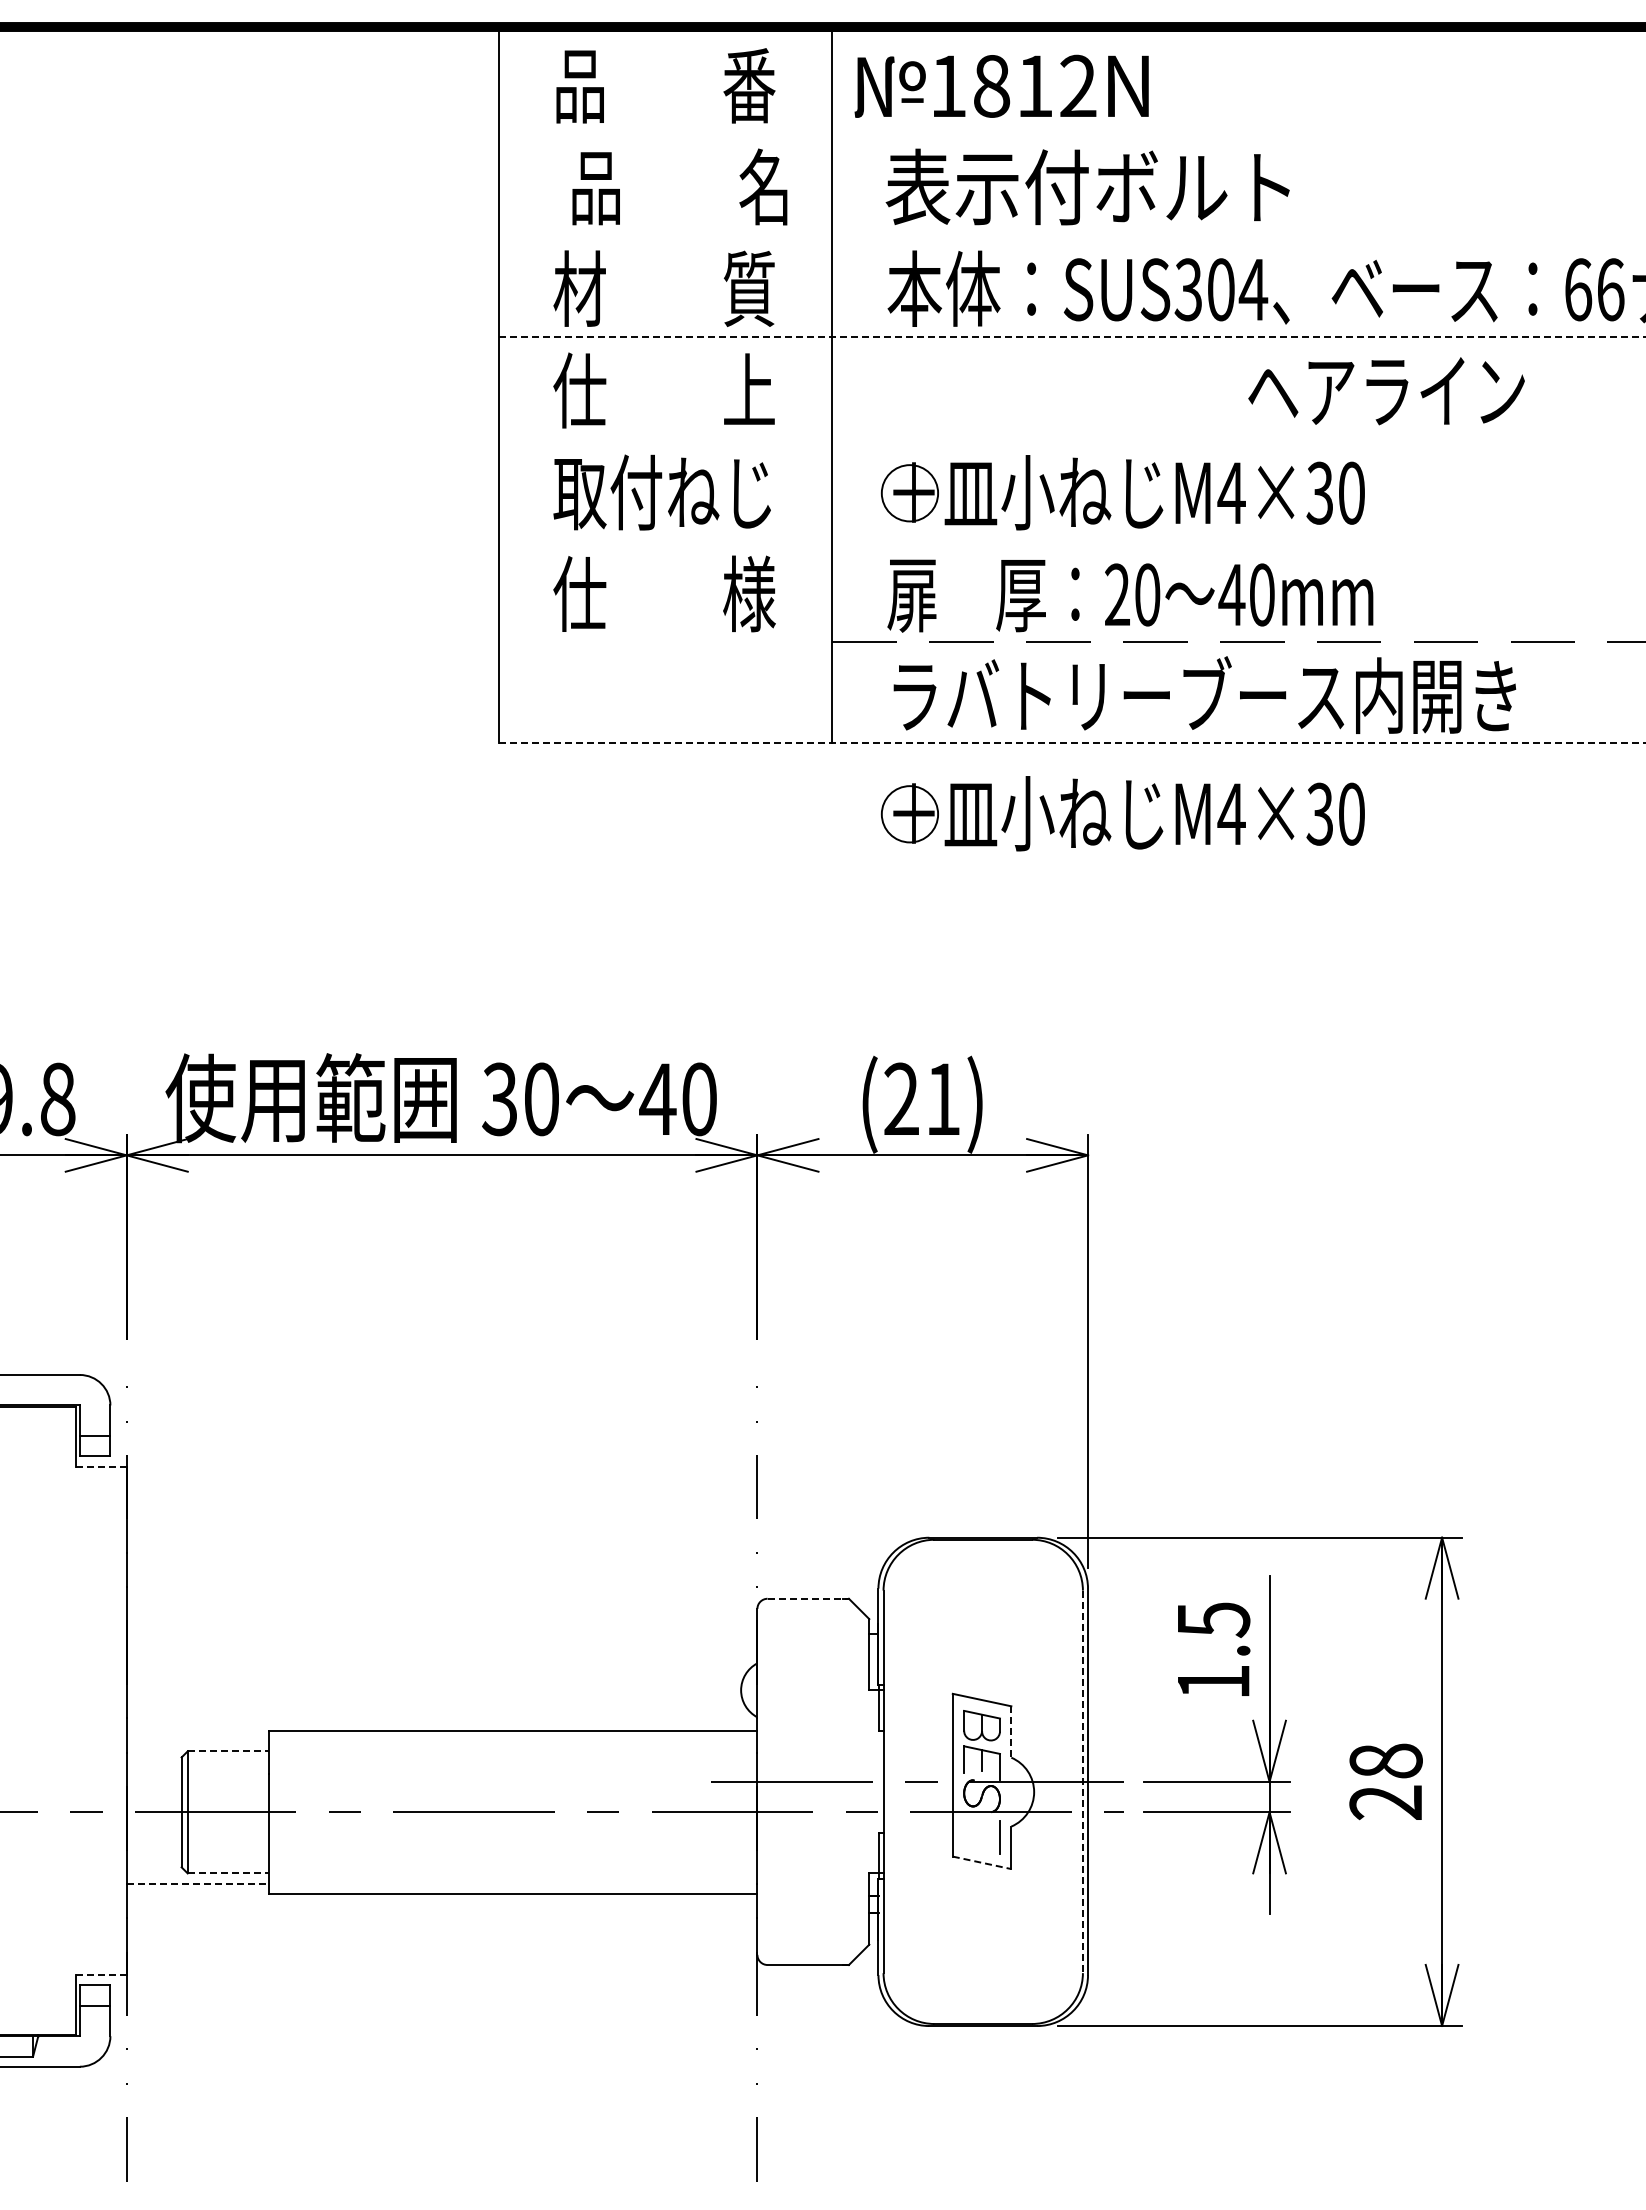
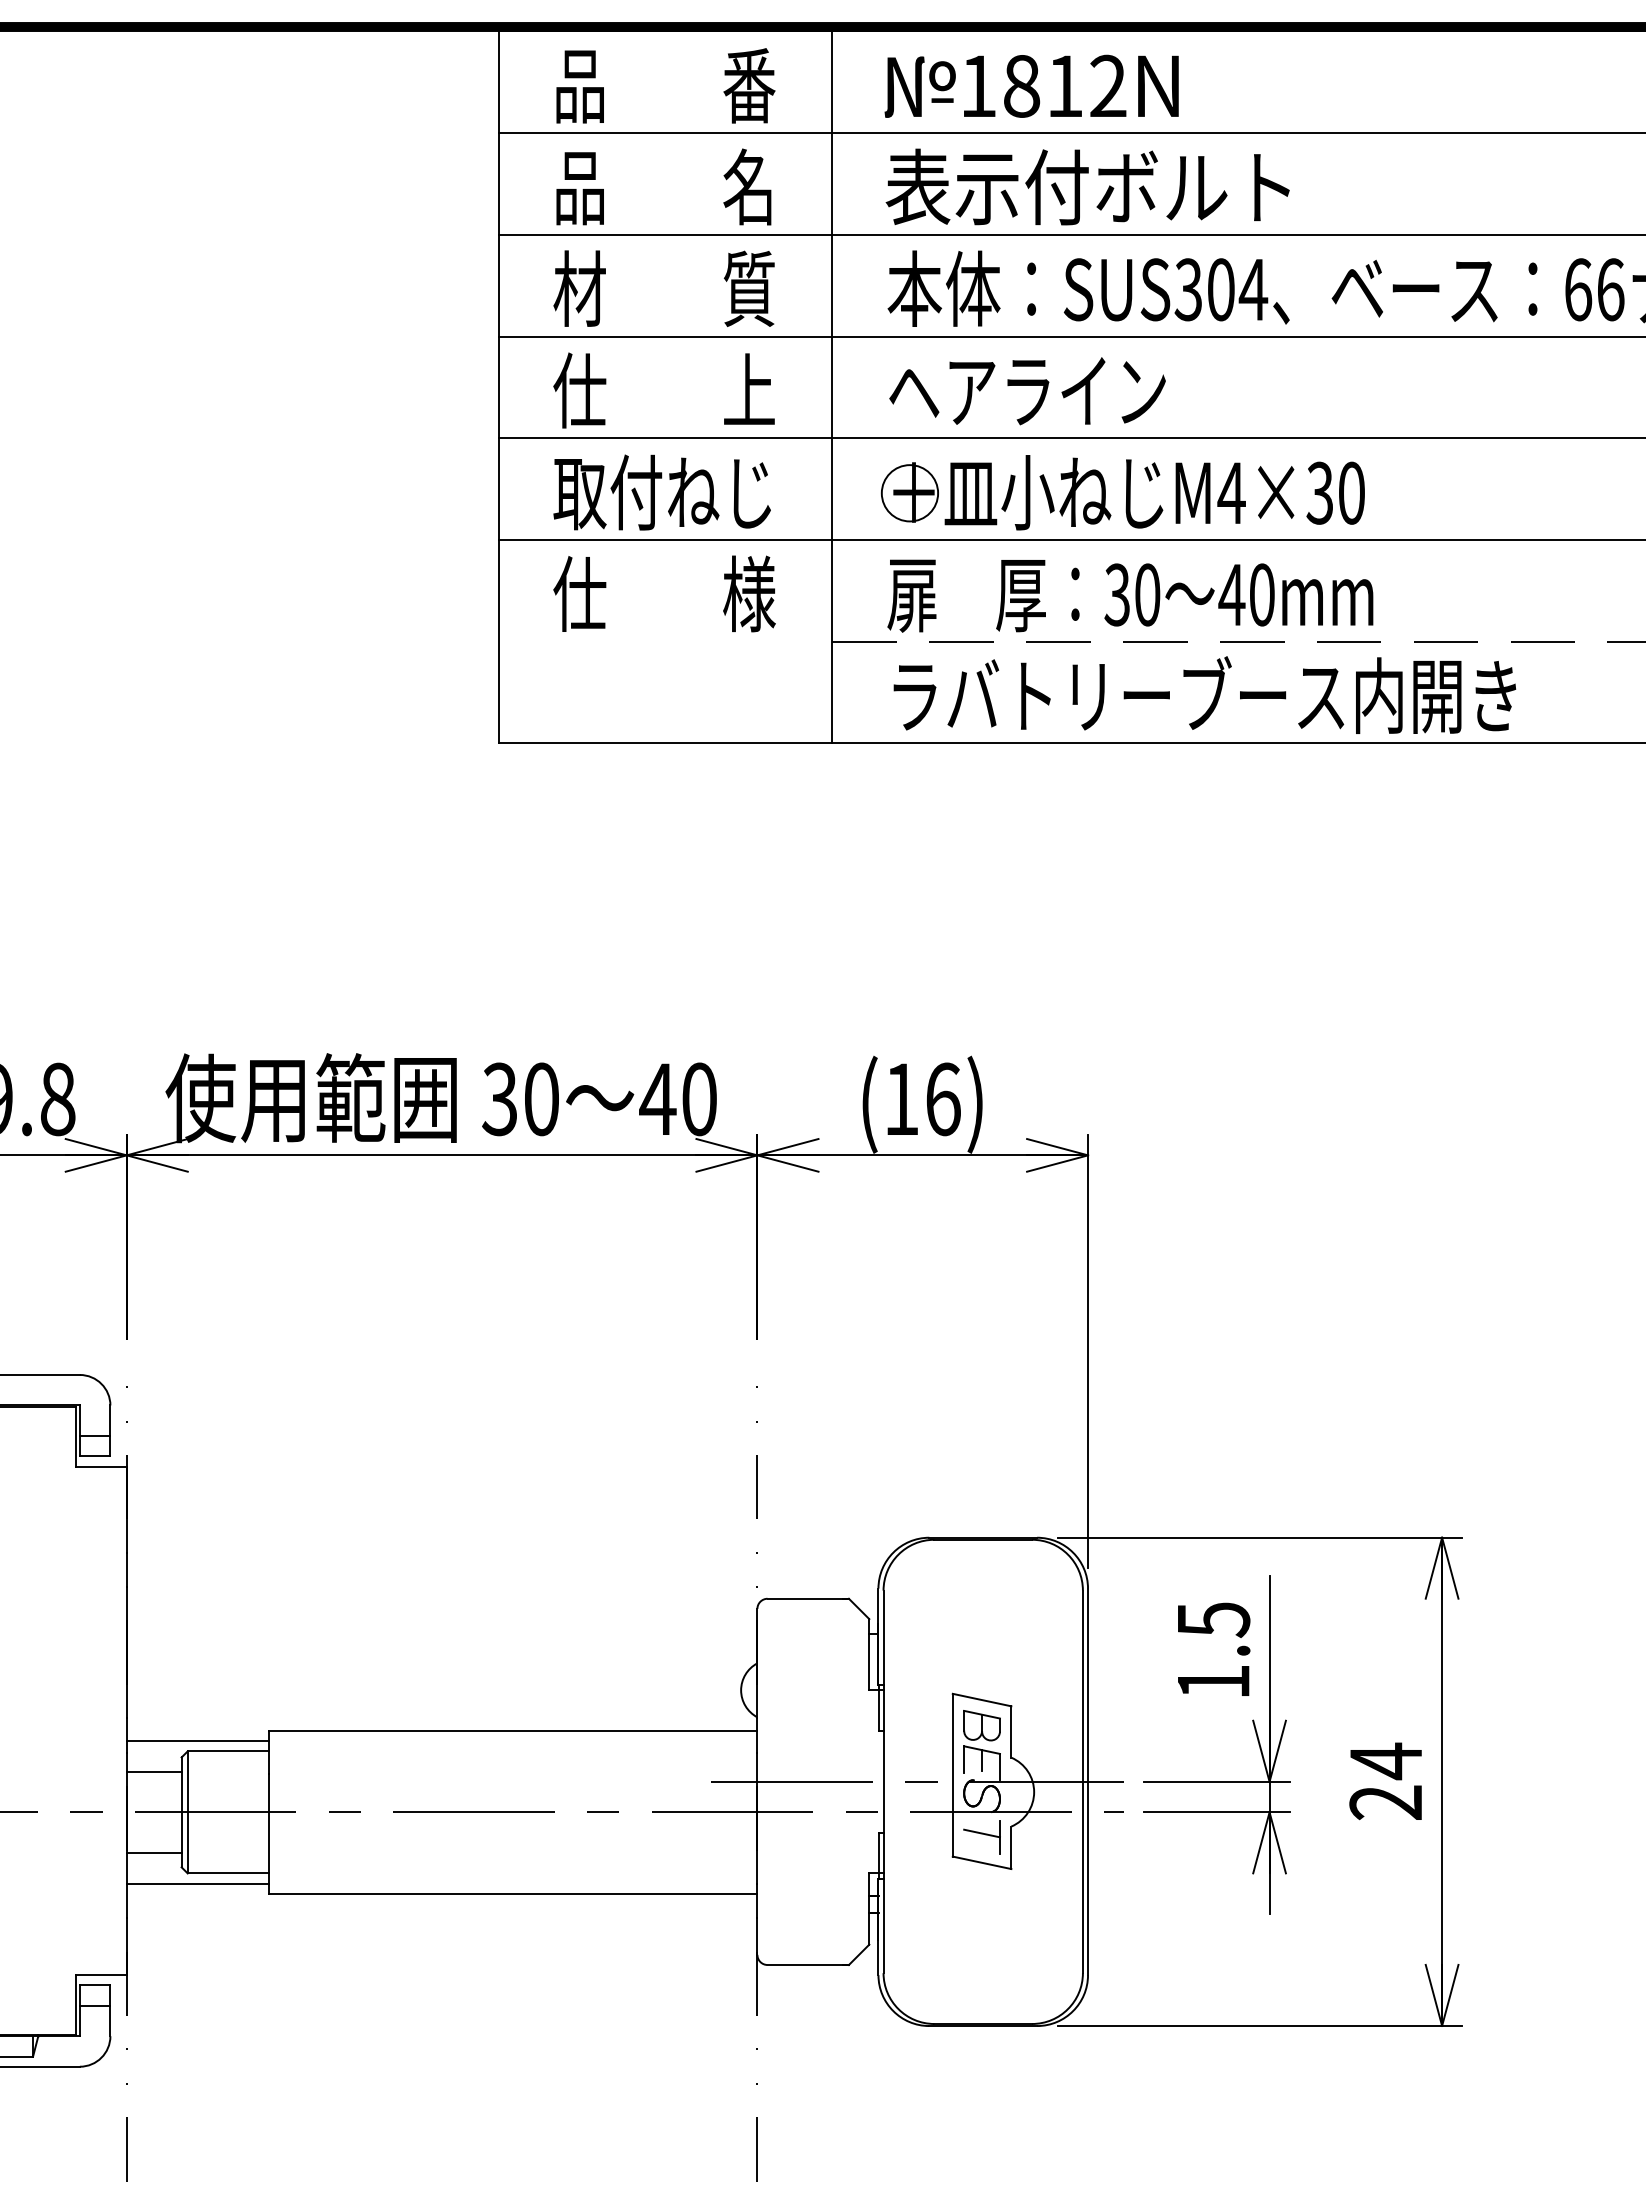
text at (1001, 85) position: (1001, 85) -> (1031, 85)
line at (1070, 133): none -> present
text at (679, 186) position: (679, 186) -> (663, 186)
line at (1070, 234): none -> present
line at (1072, 336): dashed -> solid
text at (1386, 391) position: (1386, 391) -> (1027, 391)
line at (1070, 438): none -> present
line at (1070, 539): none -> present
text at (1116, 594): 20 -> 30
line at (1072, 743): dashed -> solid
part at (1122, 813): present -> none
text at (922, 1099): (21) -> (16)
line at (100, 1466): dashed -> solid
line at (808, 1598): dashed -> solid
line at (1011, 1732): dashed -> solid
line at (197, 1741): none -> present
line at (228, 1751): dashed -> solid
text at (1385, 1761): 28 -> 24
line at (153, 1771): none -> present
line at (1082, 1782): dashed -> solid
line at (981, 1833): none -> present
line at (153, 1853): none -> present
line at (982, 1862): dashed -> solid
line at (228, 1873): dashed -> solid
line at (198, 1883): dashed -> solid
line at (101, 1975): dashed -> solid
